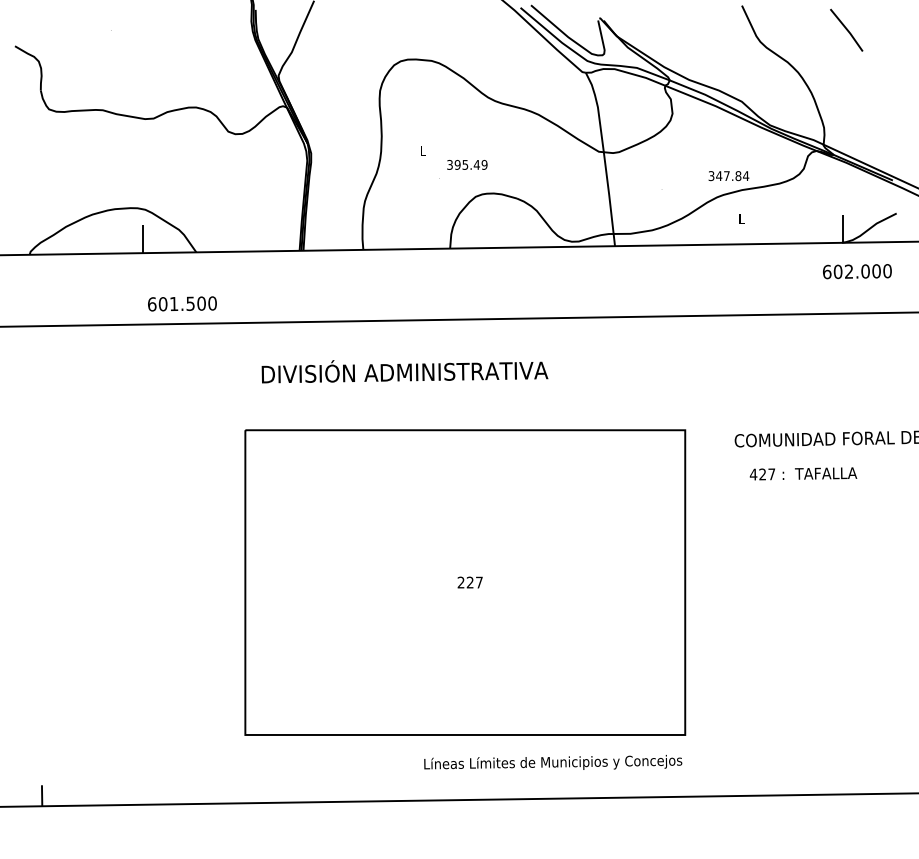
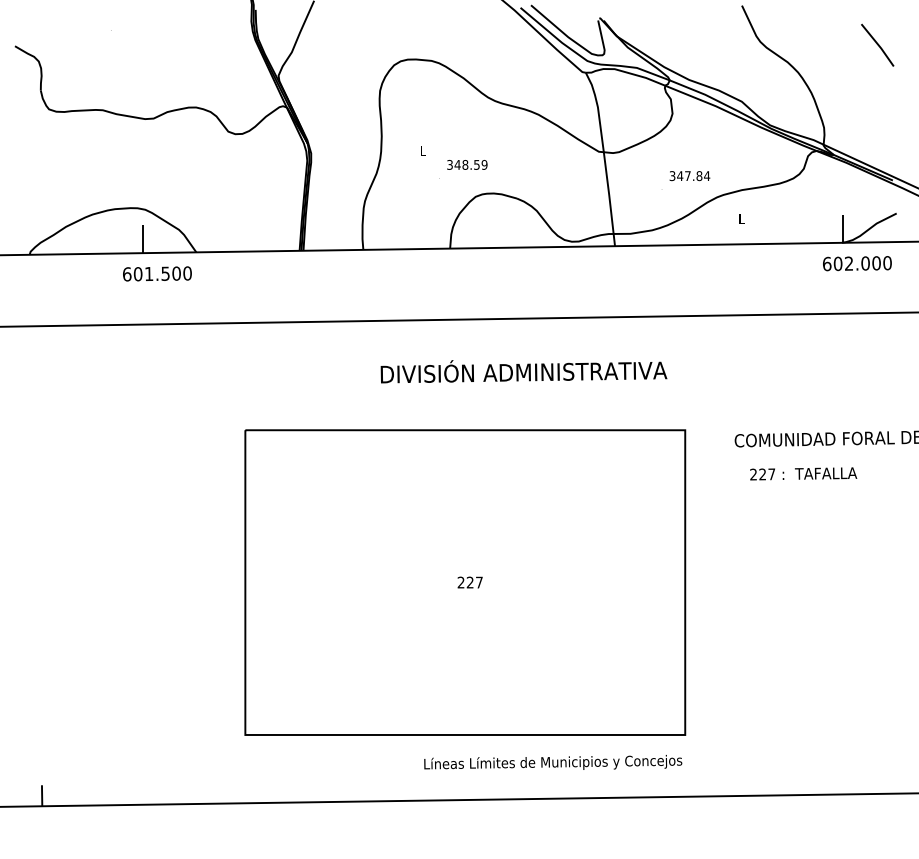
line at (846, 29) position: (846, 29) -> (877, 44)
text at (466, 164): 395.49 -> 348.59
text at (728, 176) position: (728, 176) -> (689, 176)
text at (857, 271) position: (857, 271) -> (857, 263)
text at (182, 303) position: (182, 303) -> (157, 273)
text at (404, 371) position: (404, 371) -> (523, 371)
text at (753, 474): 427 -> 227
